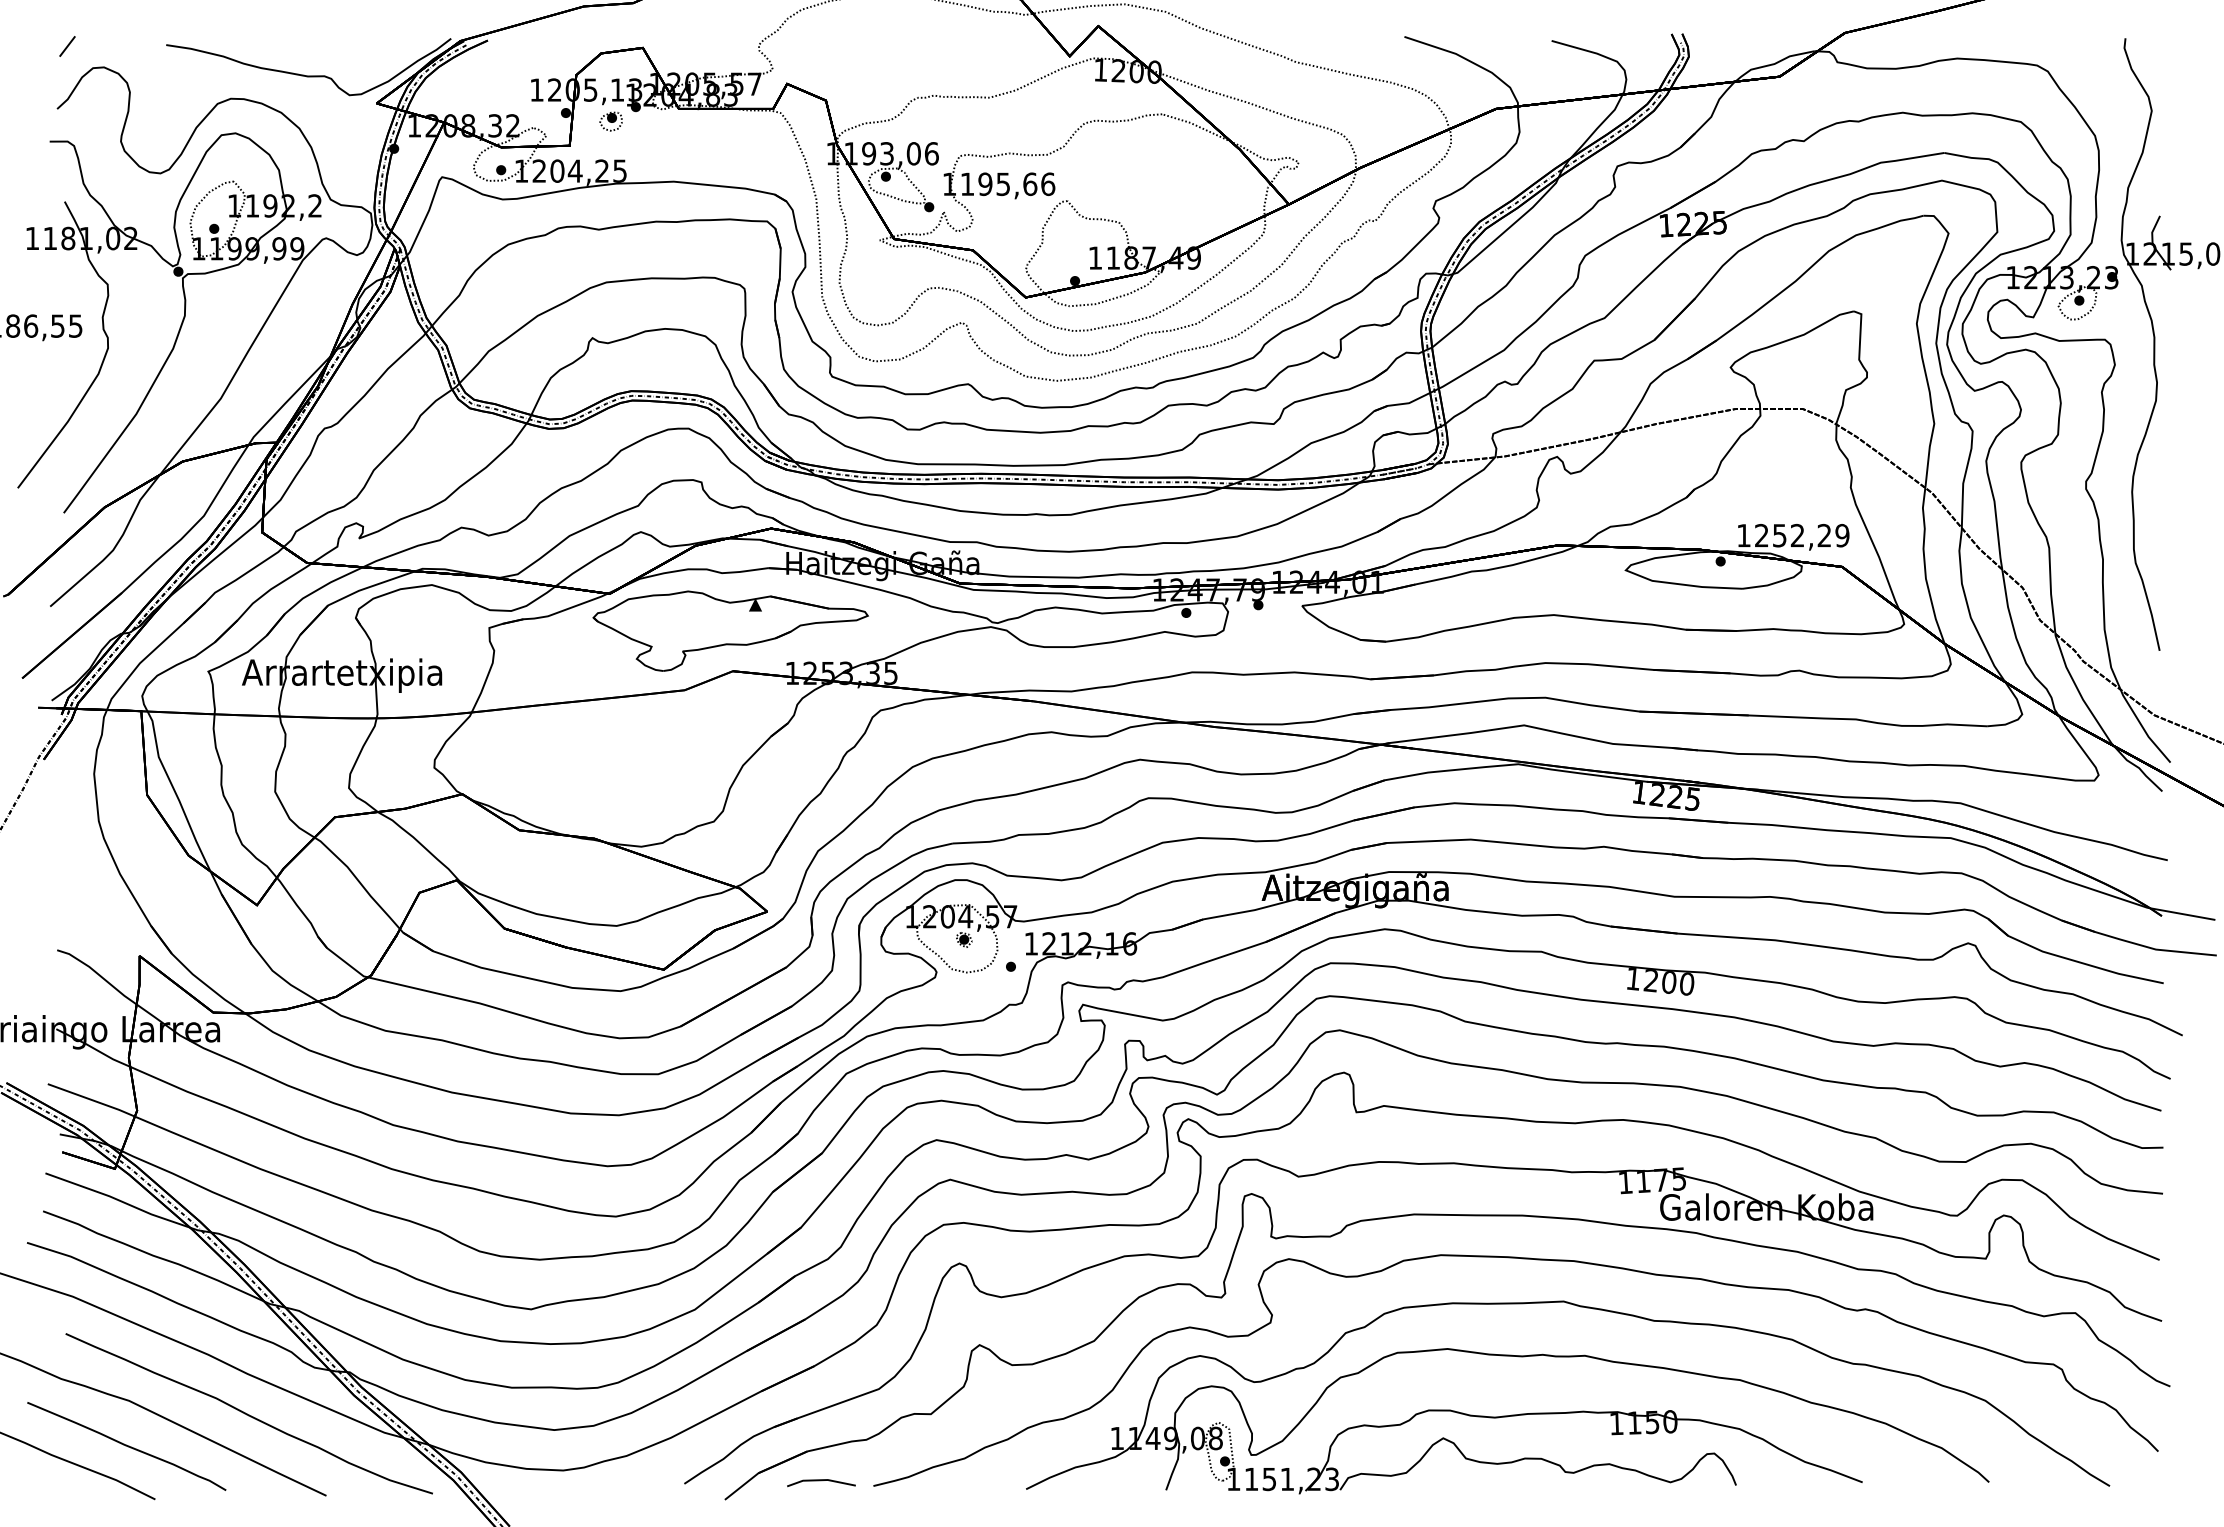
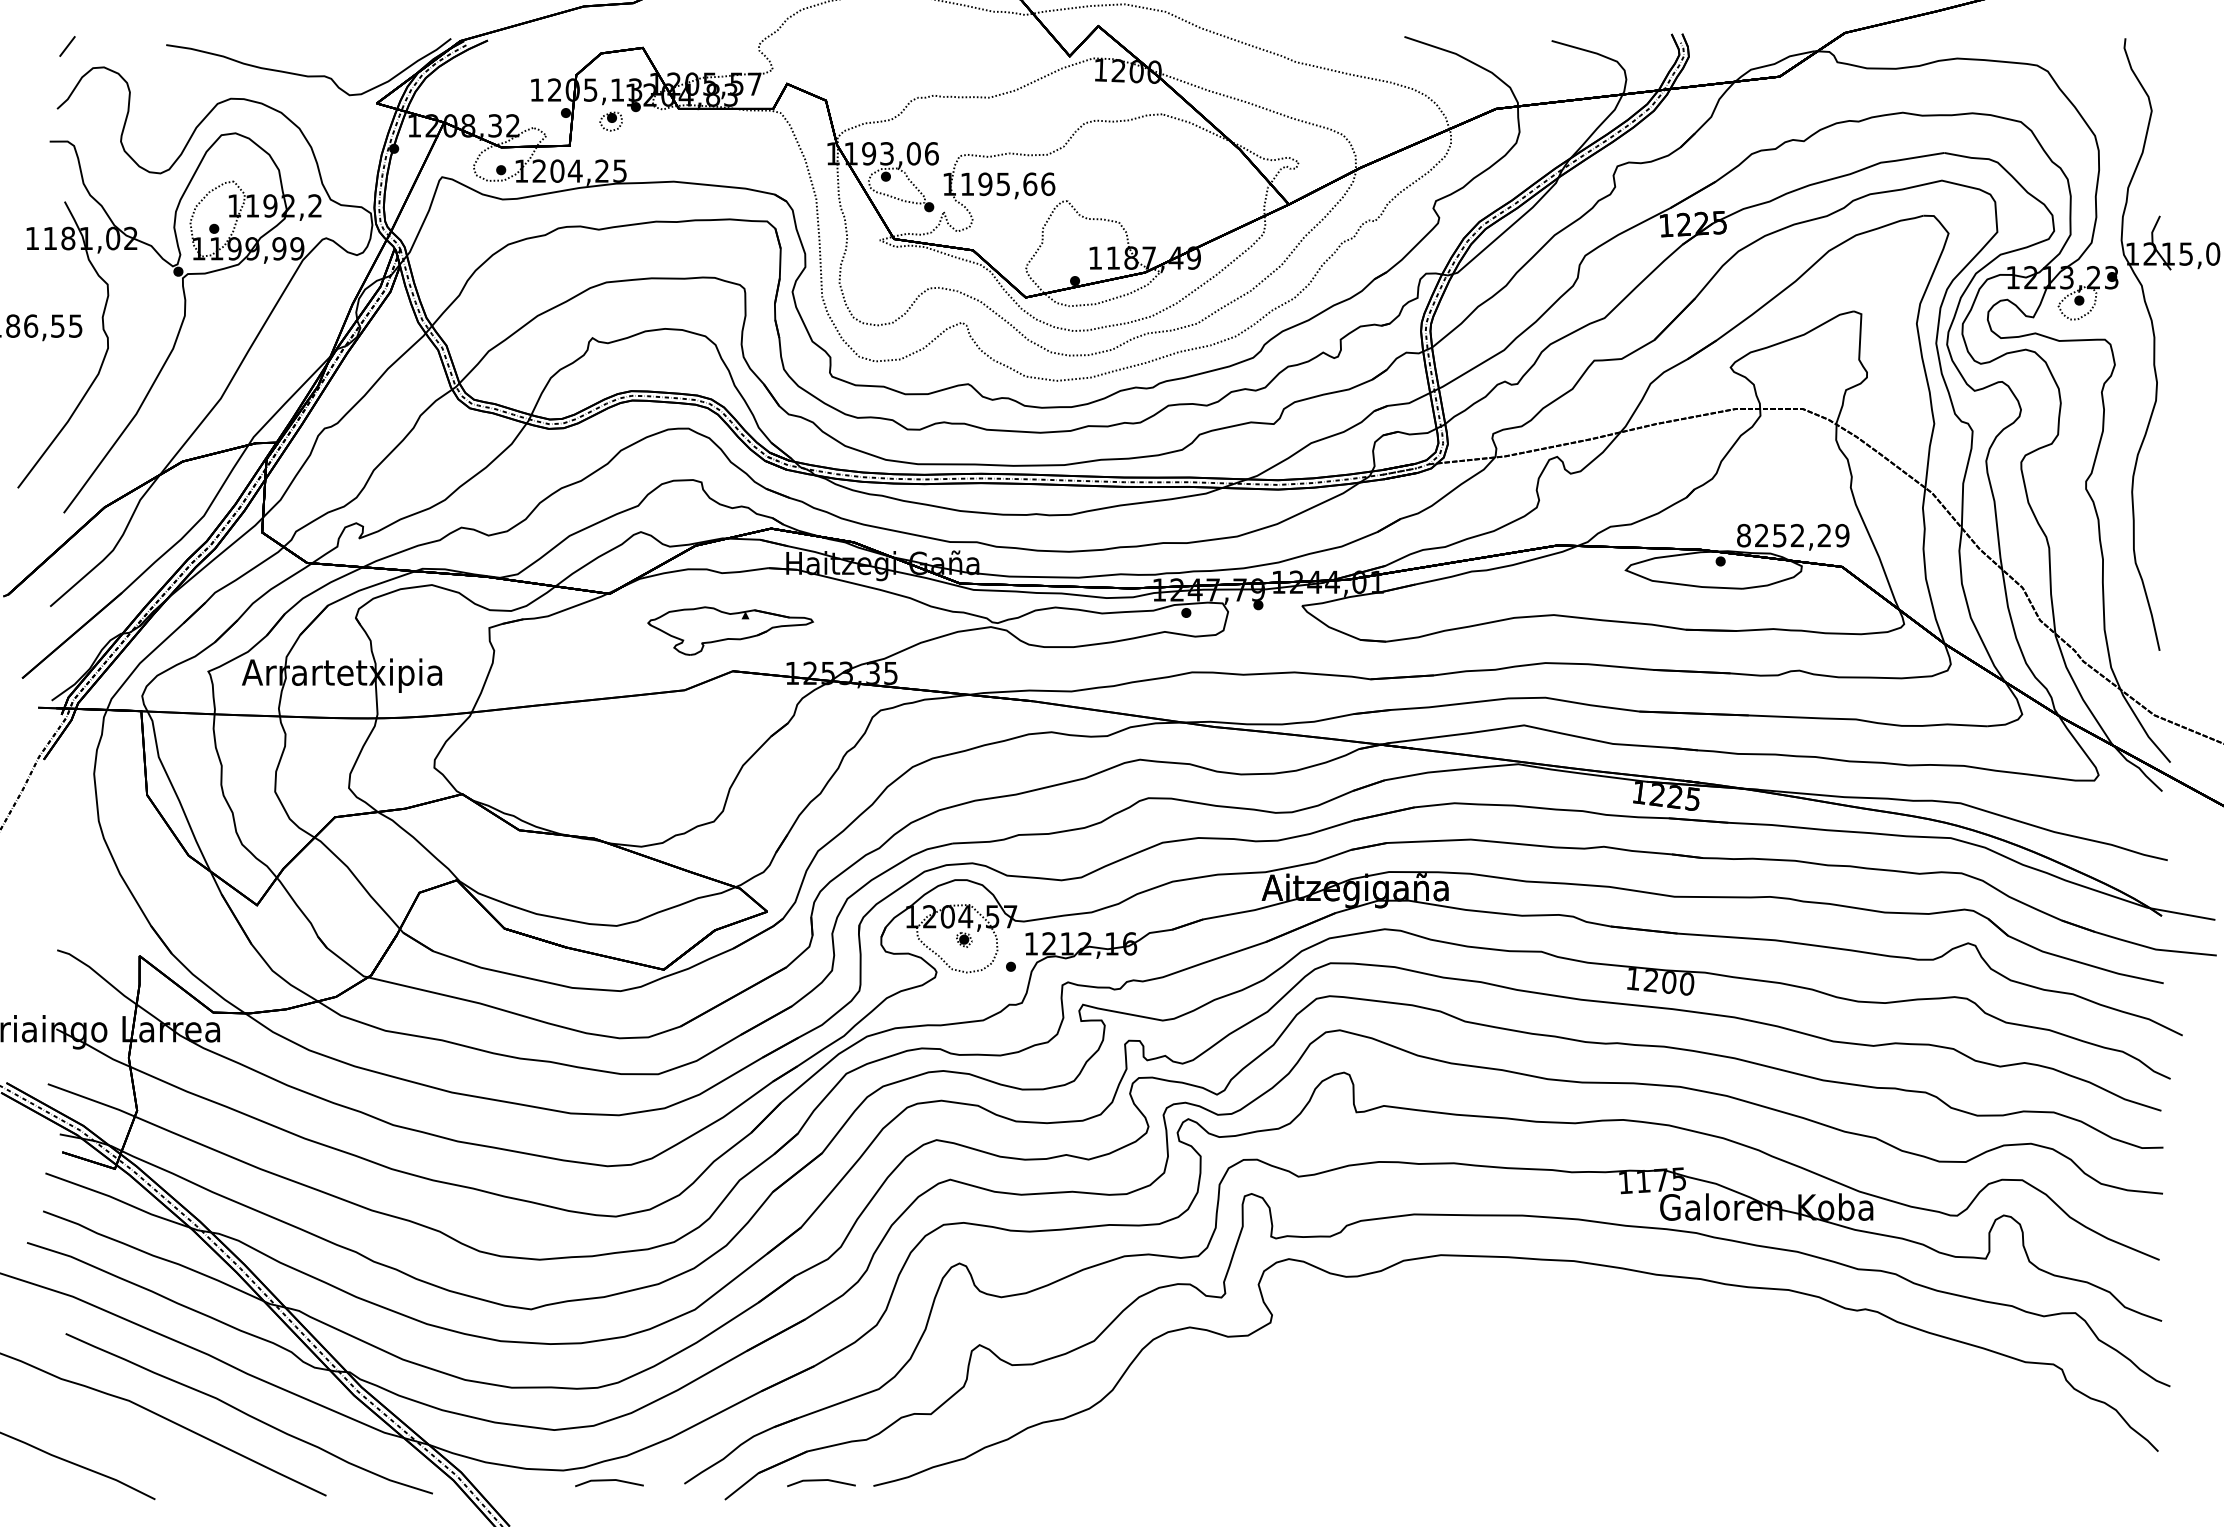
text at (1743, 535): 1252,29 -> 8252,29
part at (730, 630) size: 277x82 px -> 168x50 px
part at (1568, 1411): present -> none
curve at (126, 1446): present -> none
line at (609, 1481): none -> present
